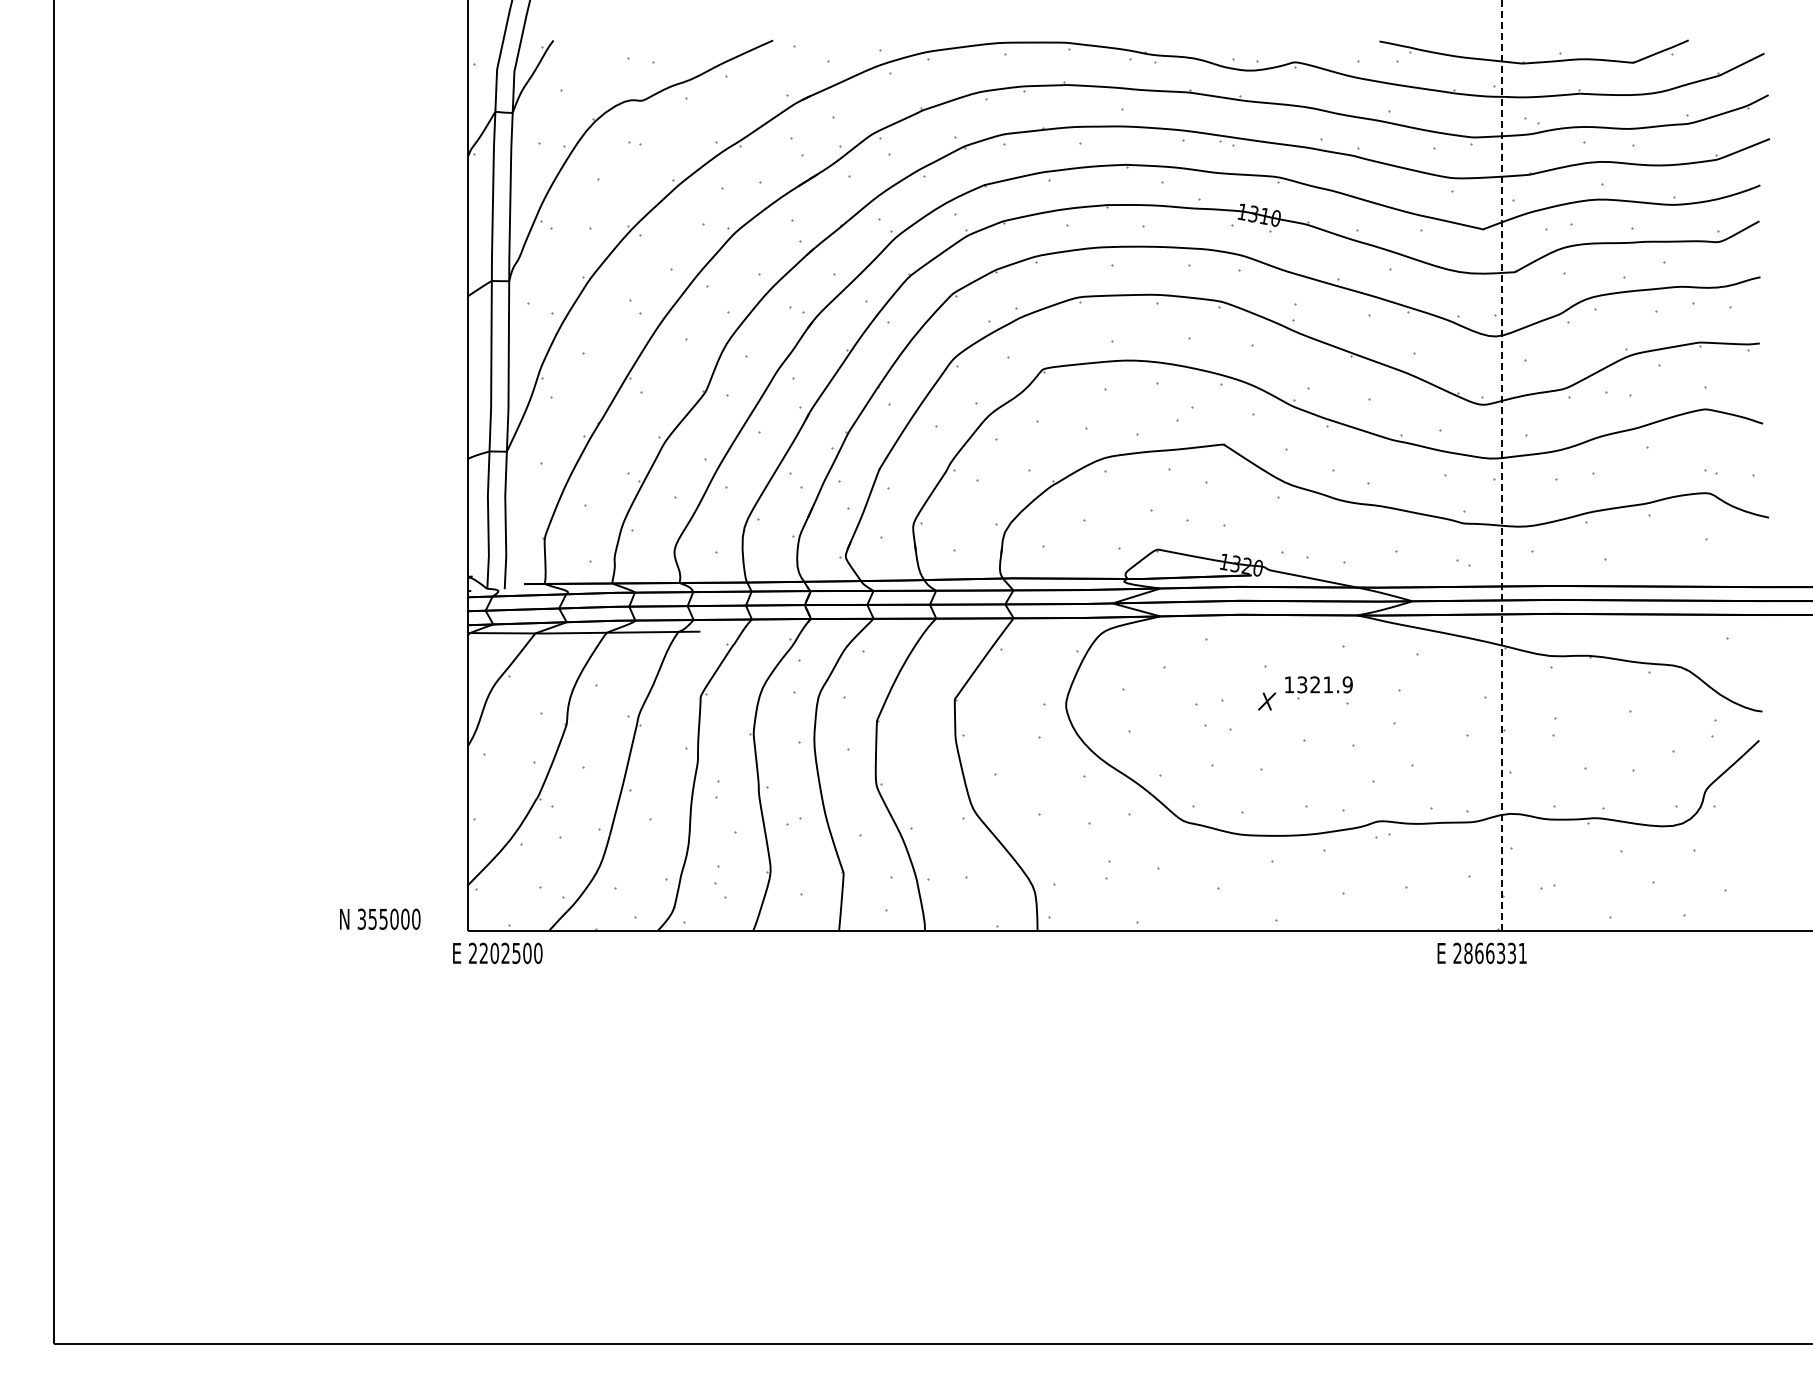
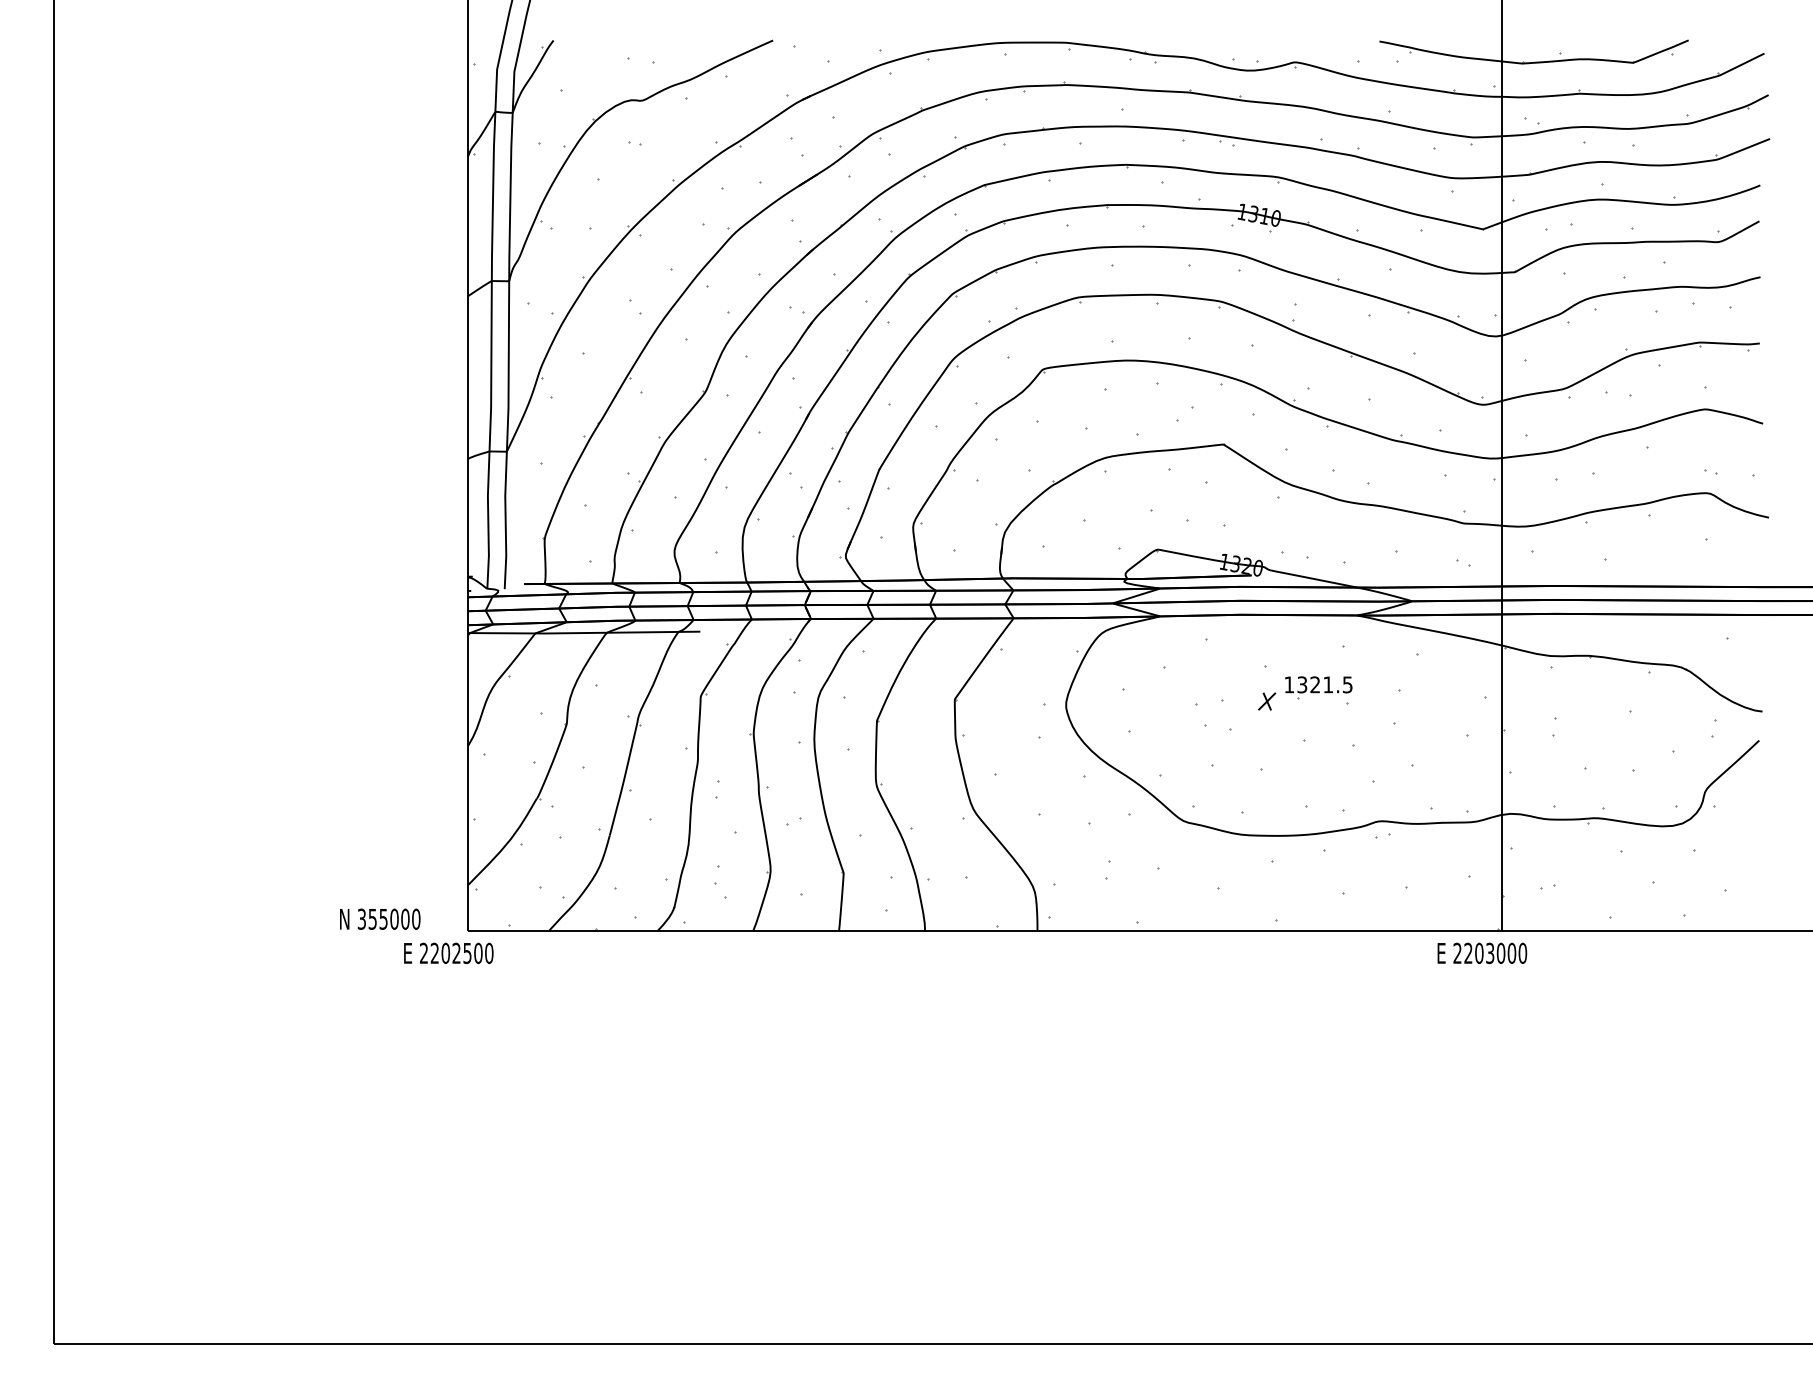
line at (1501, 465): dashed -> solid
text at (1347, 684): 1321.9 -> 1321.5
text at (497, 952) position: (497, 952) -> (448, 952)
text at (1495, 953): 2866331 -> 2203000
